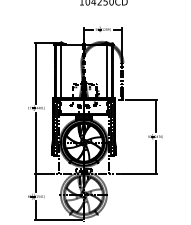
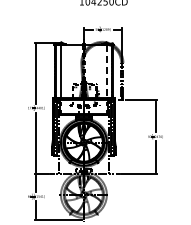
line at (106, 72): solid -> dashed
